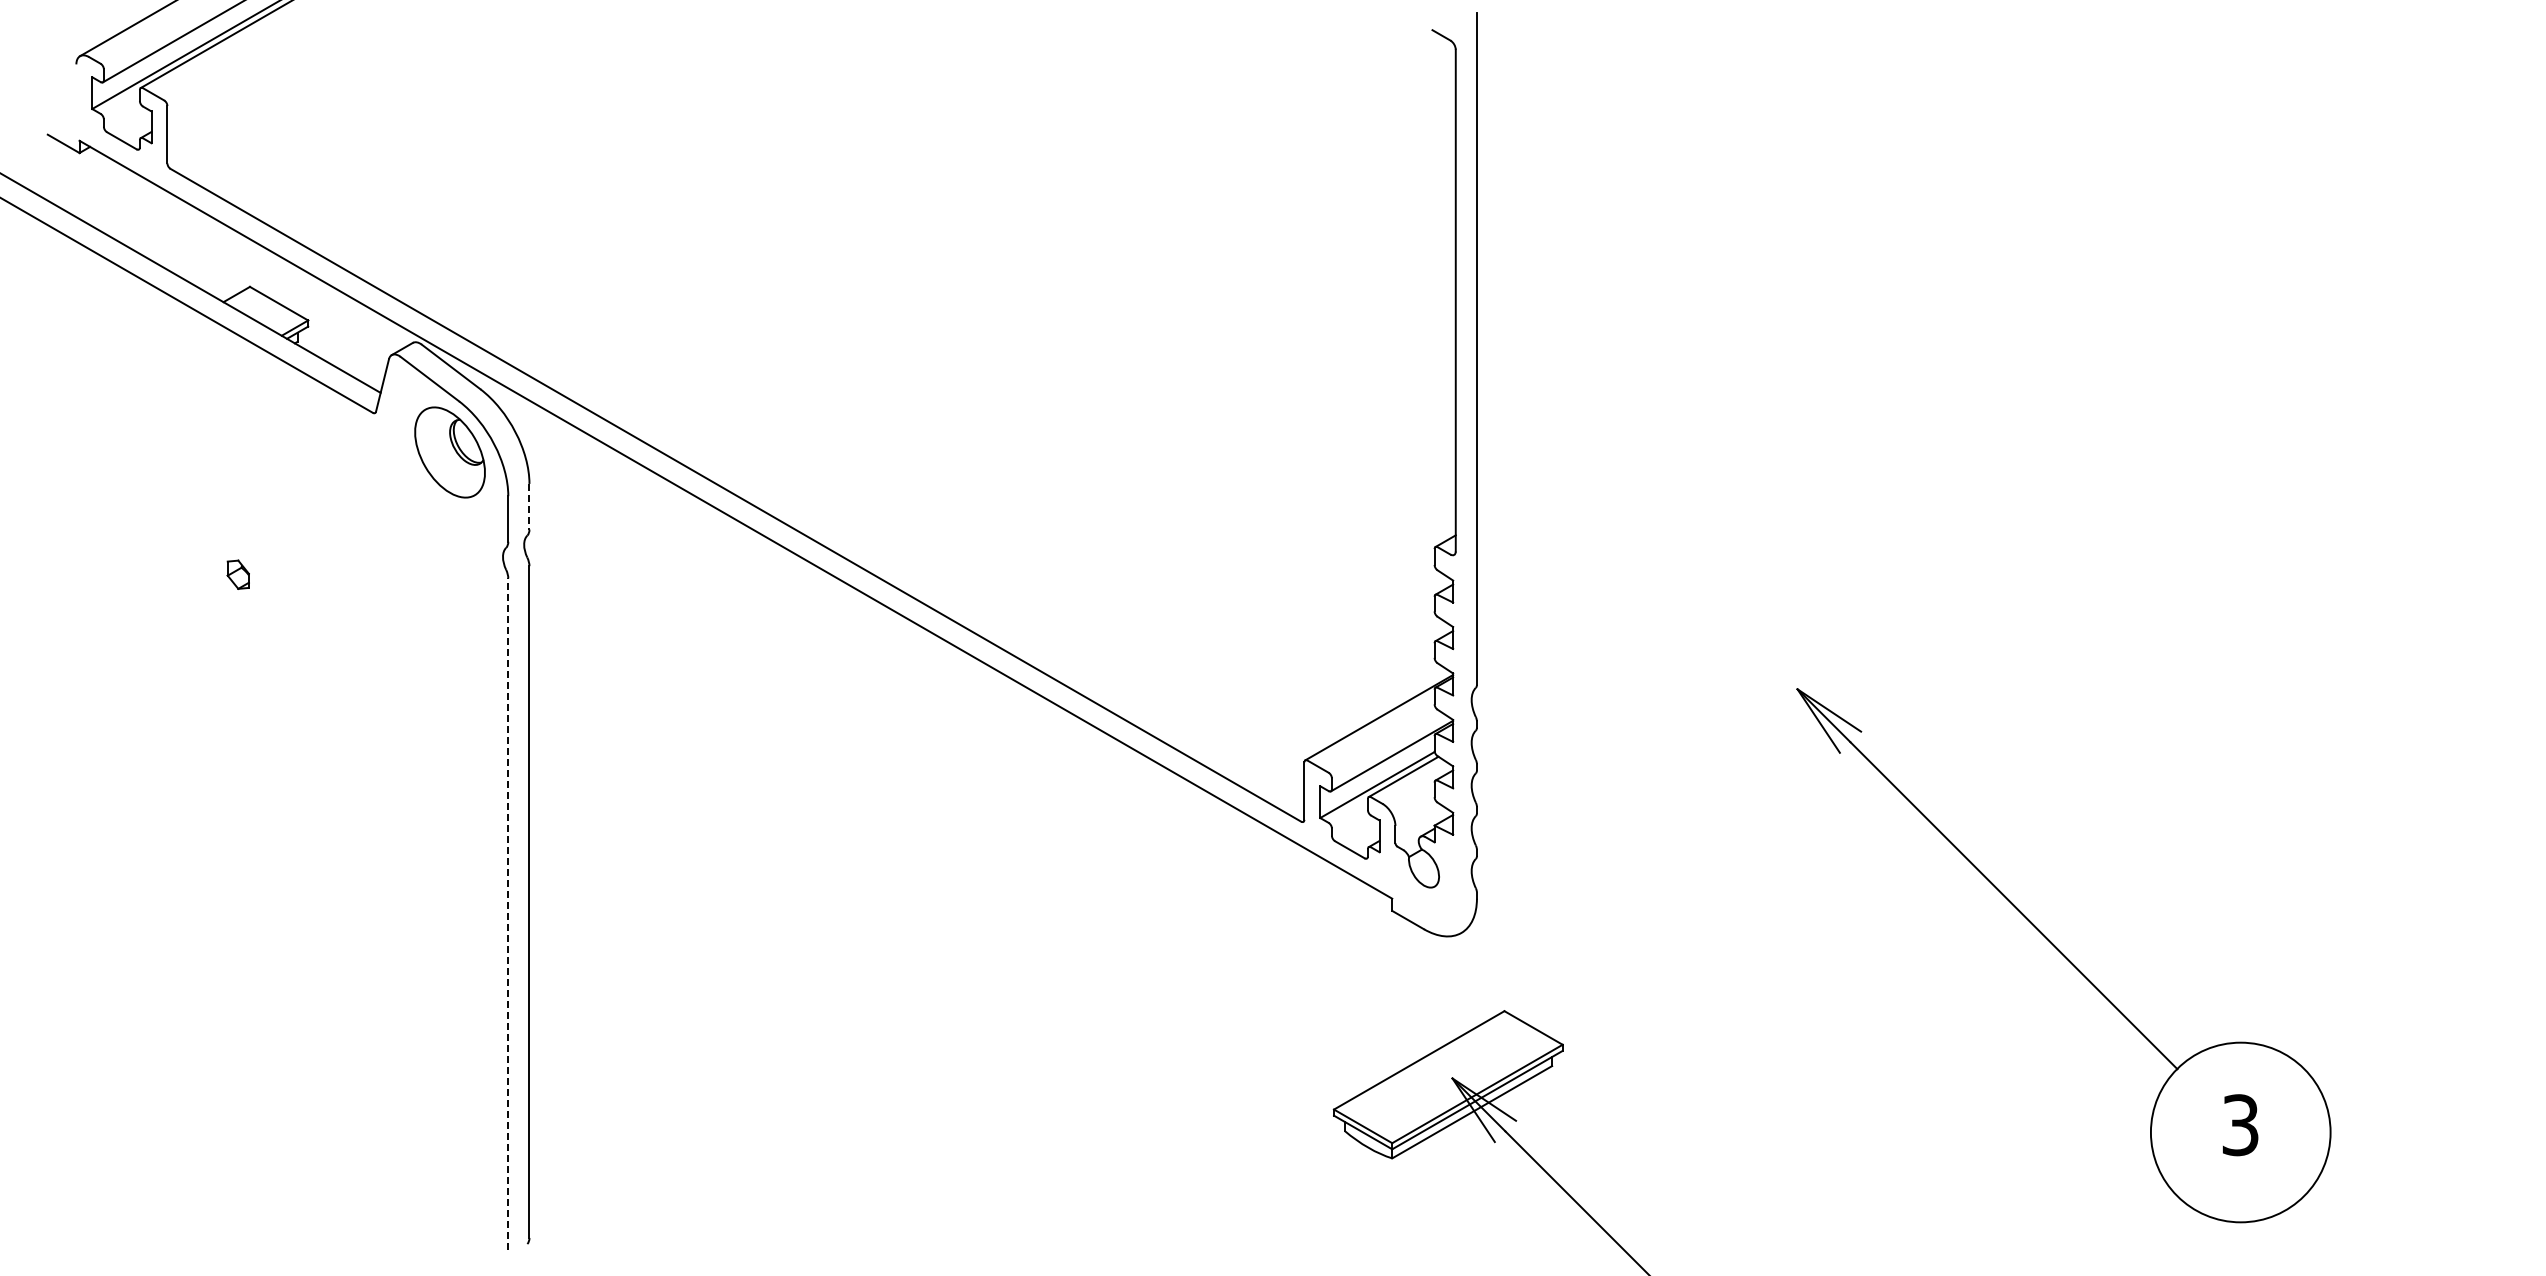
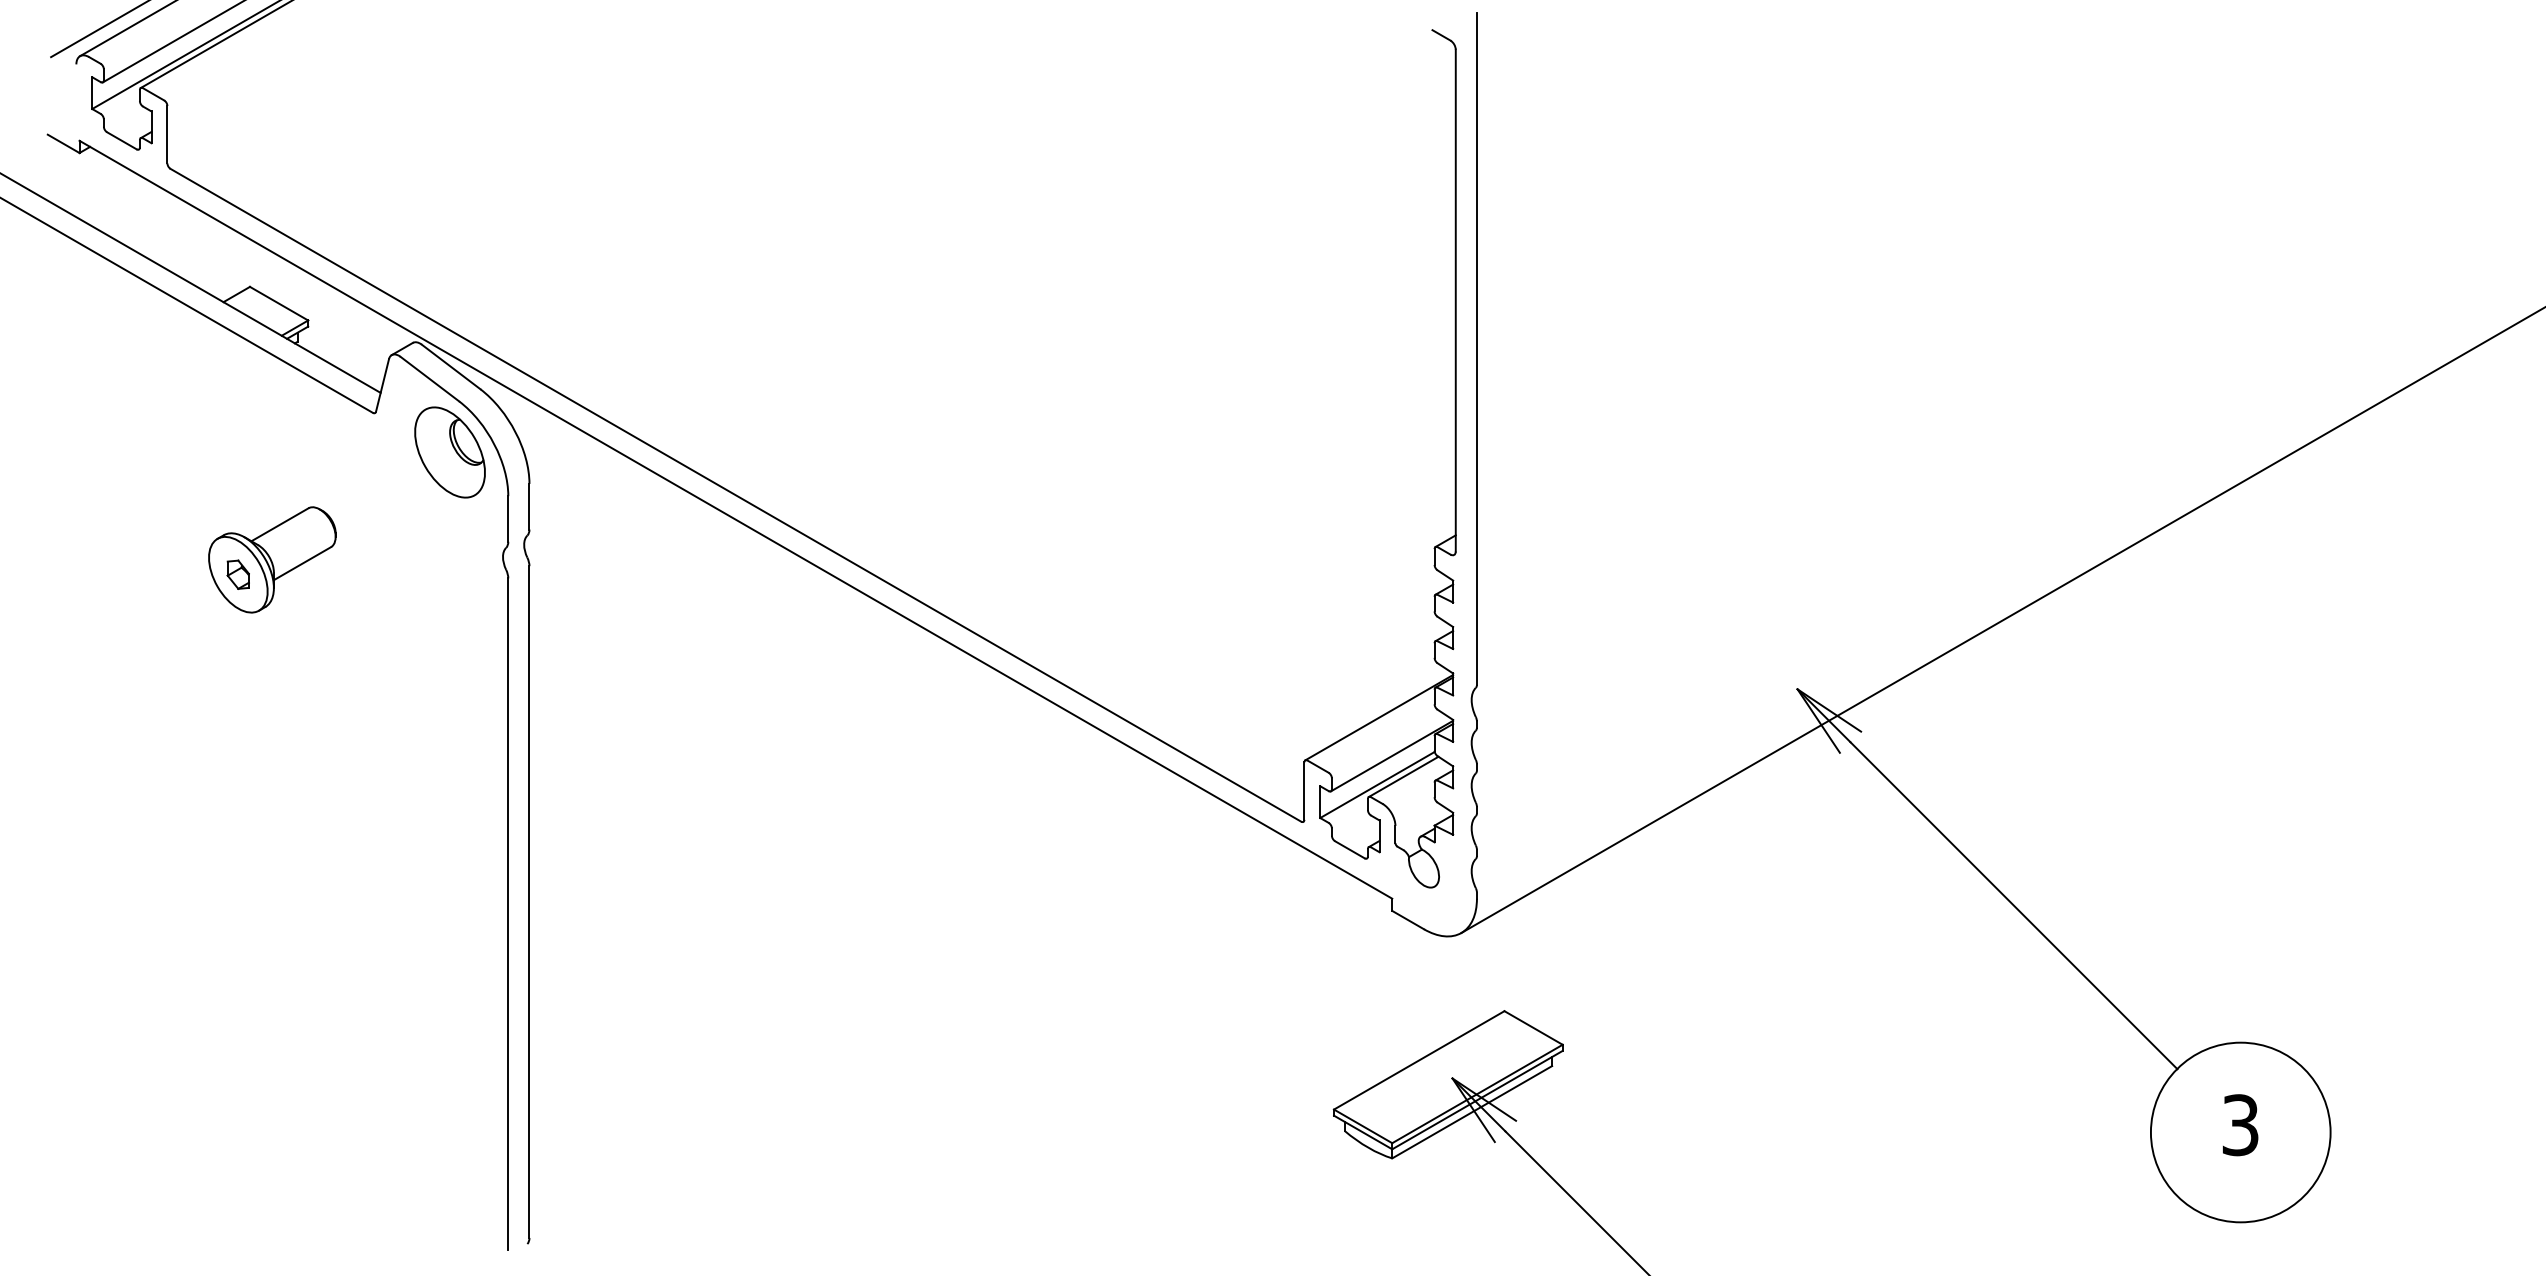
line at (98, 29): none -> present
line at (529, 506): dashed -> solid
part at (272, 559): none -> present
line at (2001, 620): none -> present
line at (508, 914): dashed -> solid
